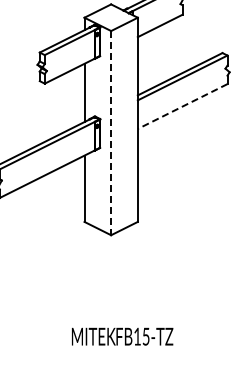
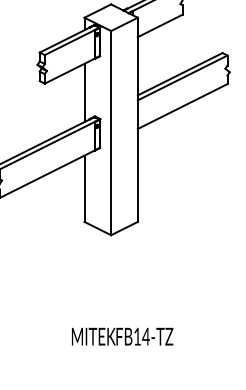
line at (182, 106): dashed -> solid
line at (111, 133): dashed -> solid
text at (145, 336): FB15-TZ -> FB14-TZ
